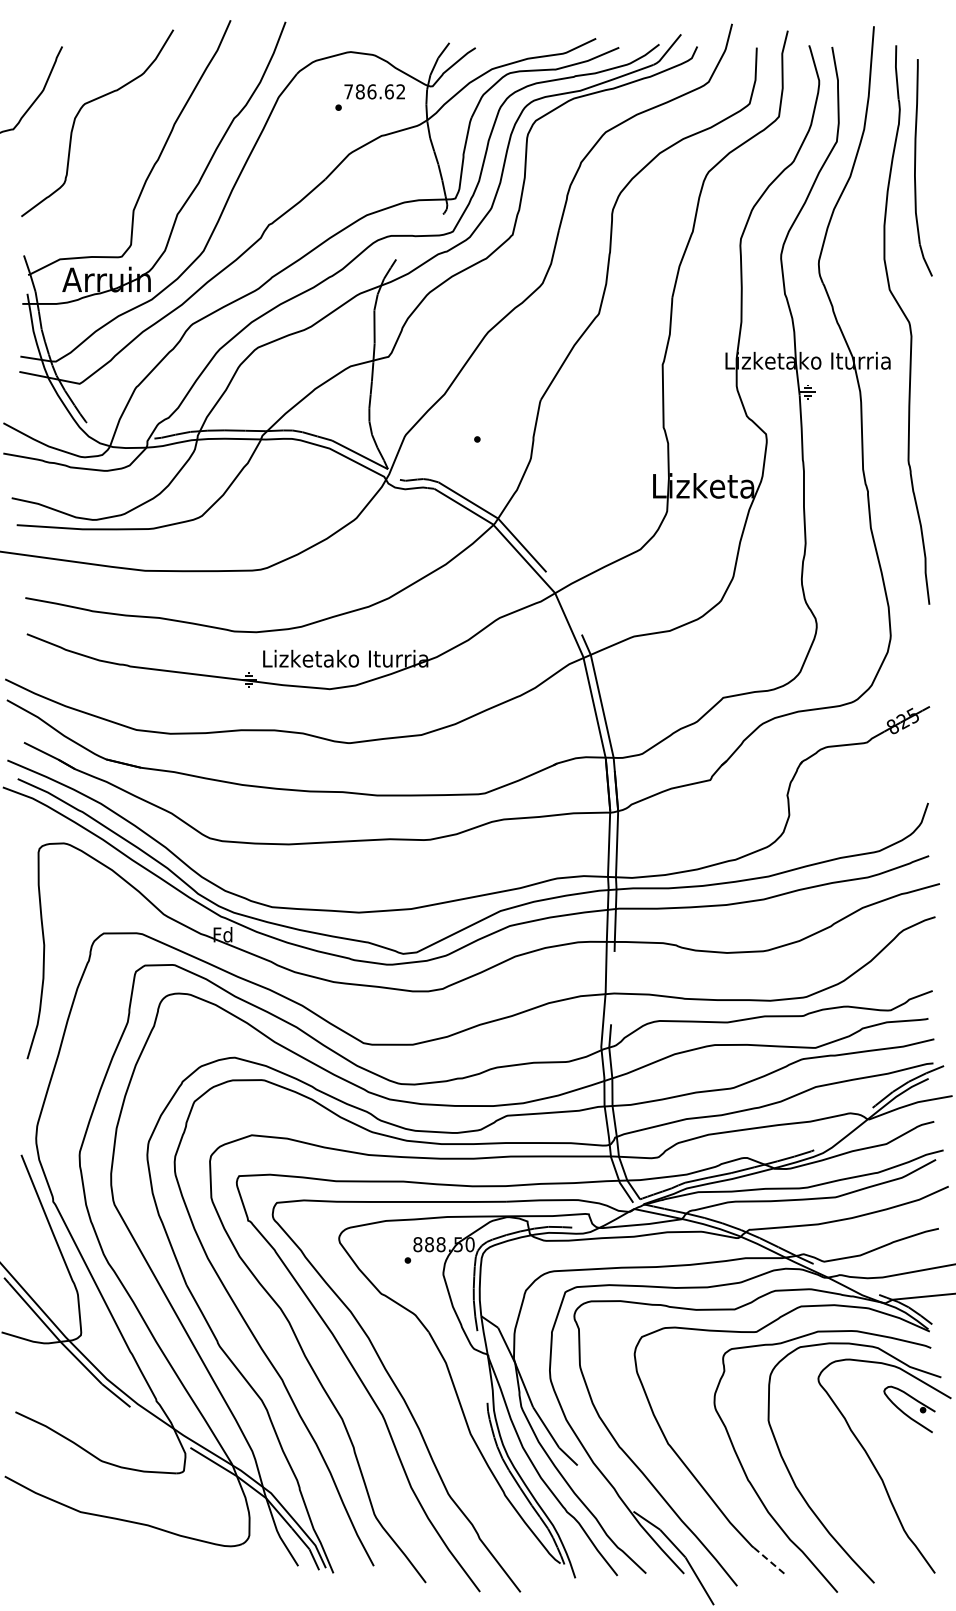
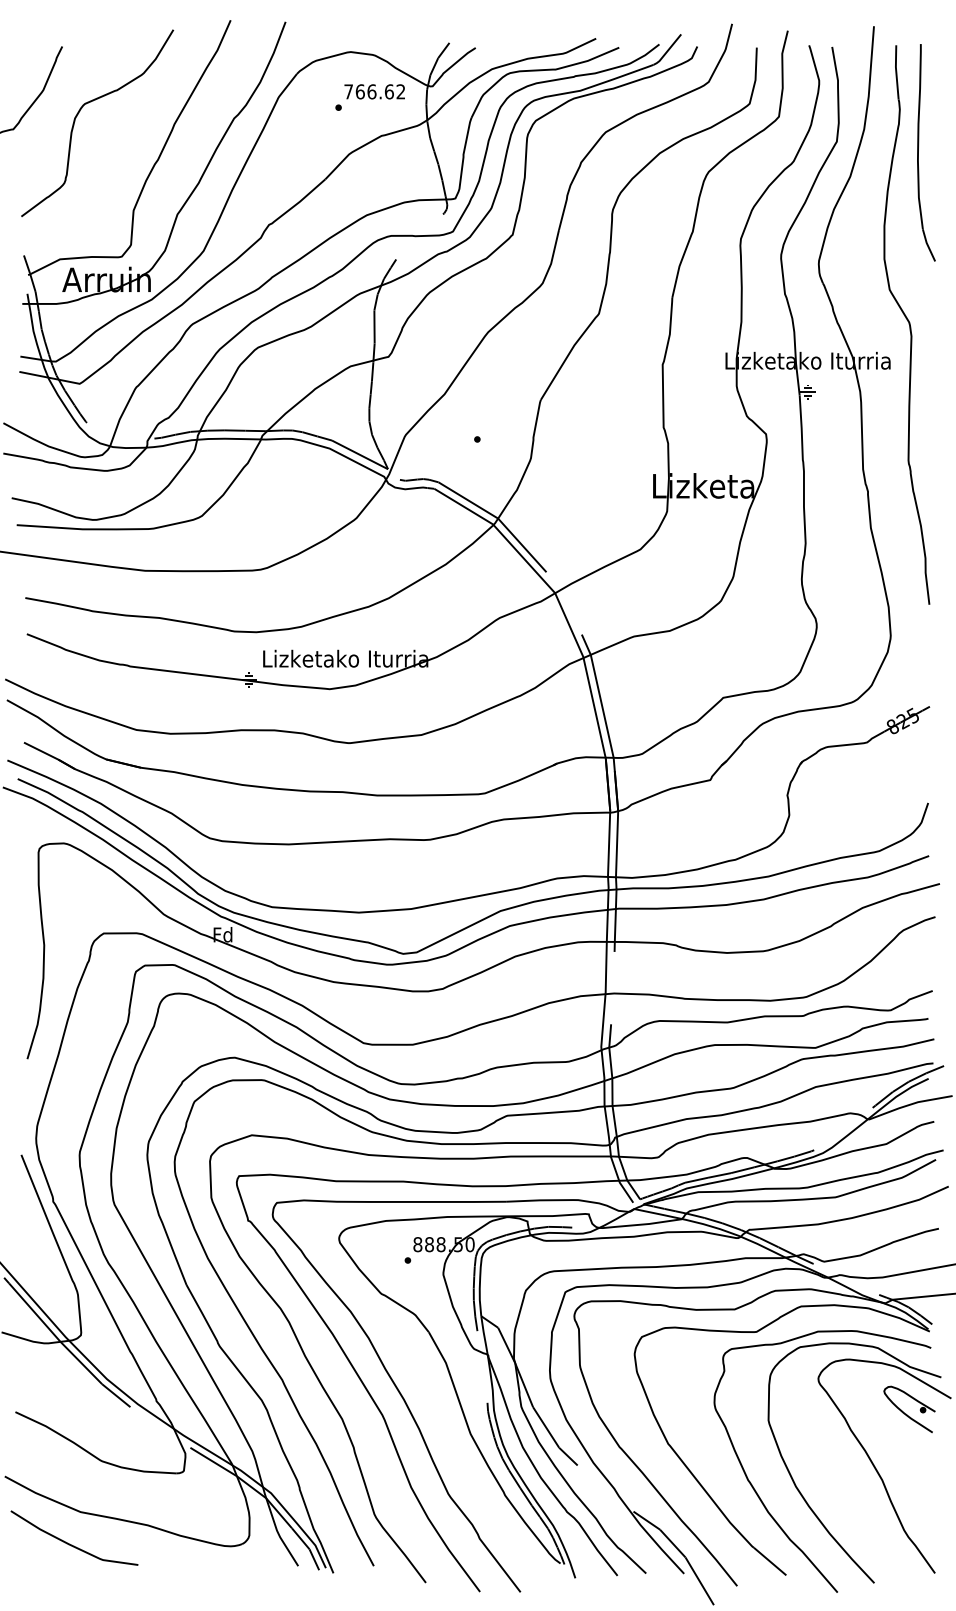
text at (359, 91): 786.62 -> 766.62
part at (915, 167) position: (915, 167) -> (918, 152)
curve at (72, 1544): none -> present
line at (770, 1561): dashed -> solid
